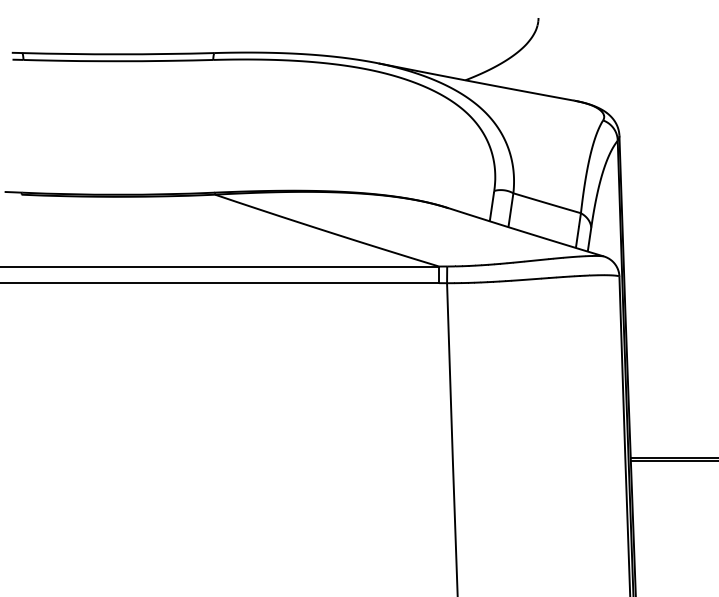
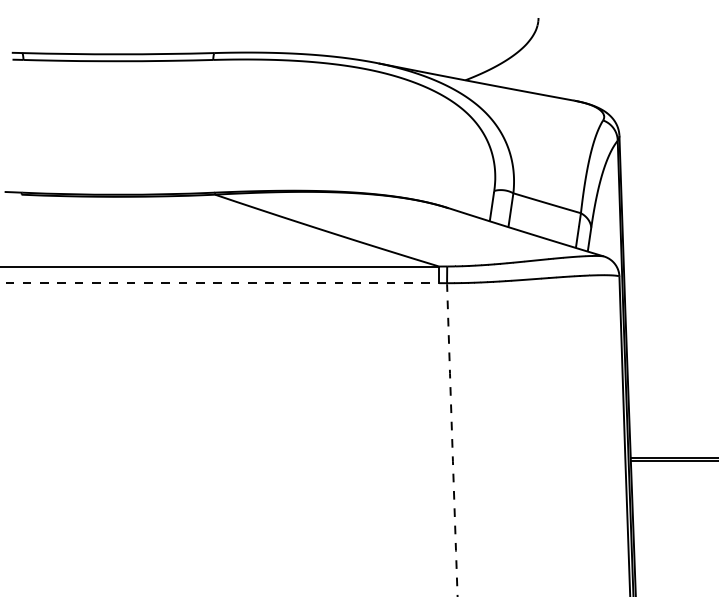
line at (220, 283): solid -> dashed
line at (452, 439): solid -> dashed
